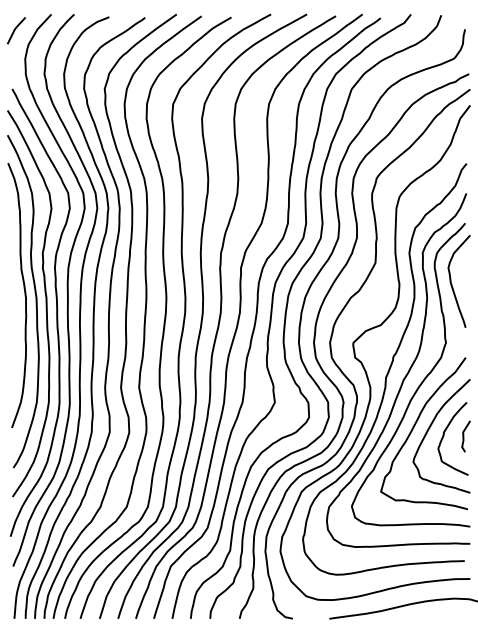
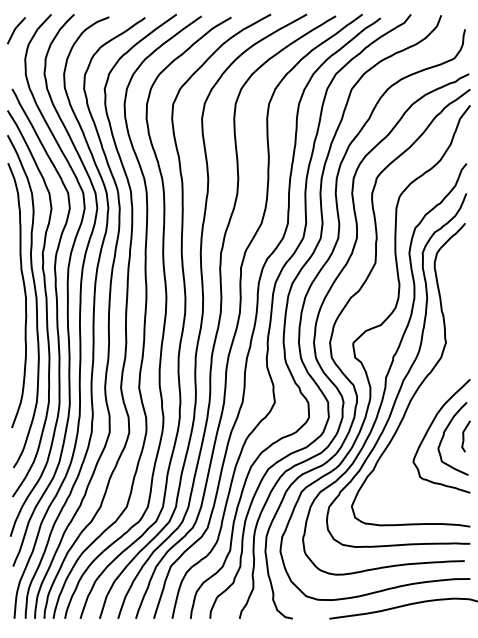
curve at (452, 284): present -> none
curve at (413, 429): present -> none
